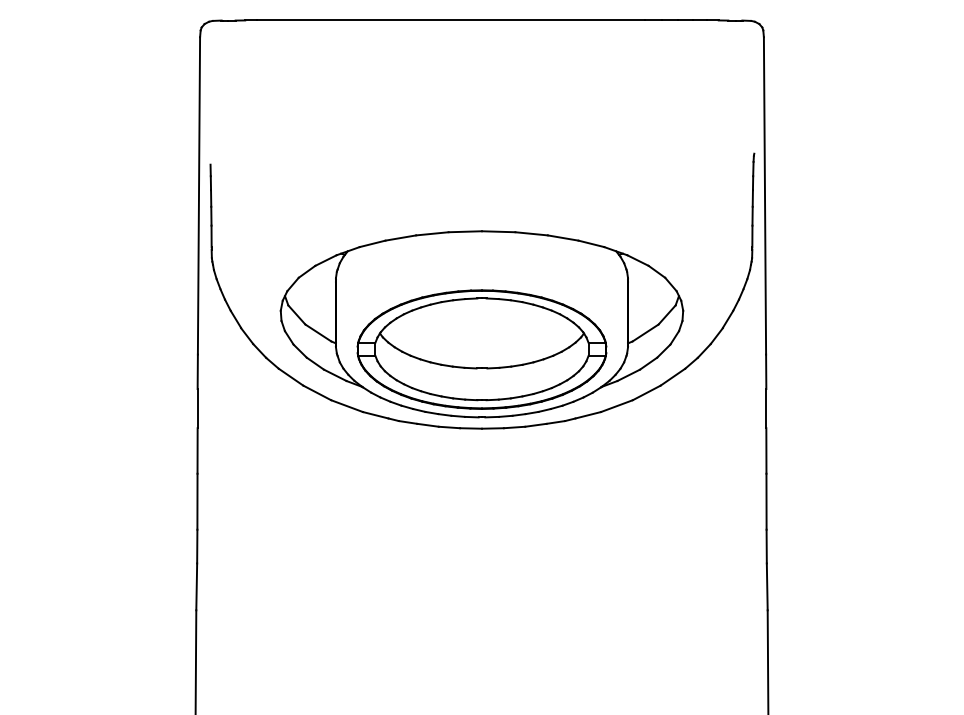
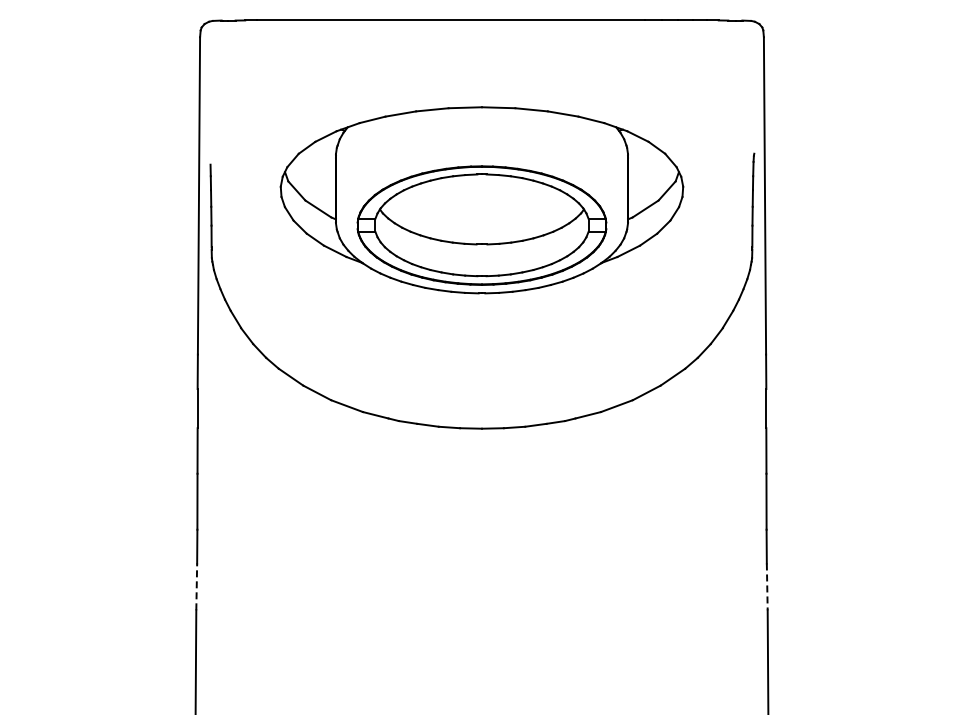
part at (481, 324) position: (481, 324) -> (481, 200)
line at (196, 586): solid -> dashed
line at (767, 587): solid -> dashed
